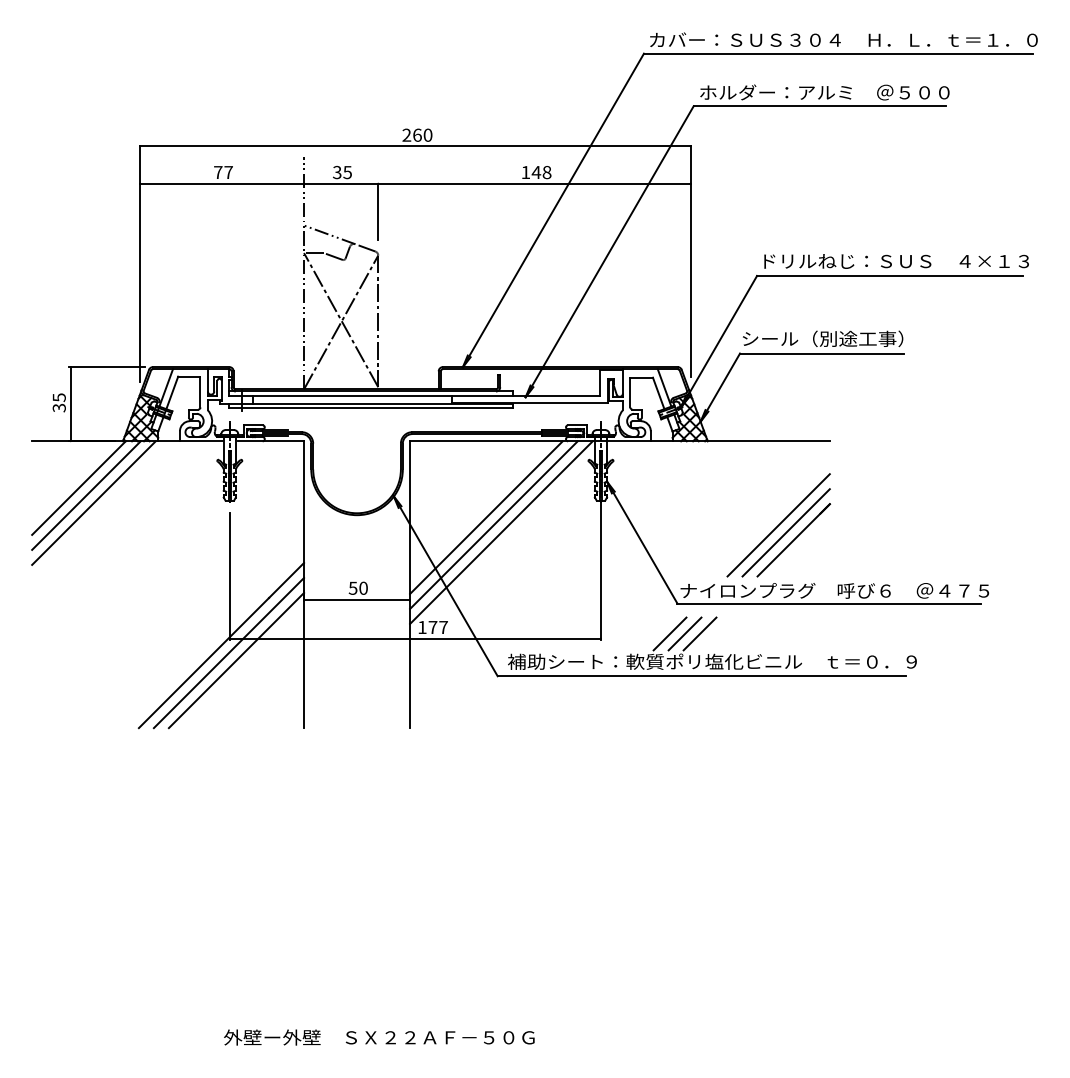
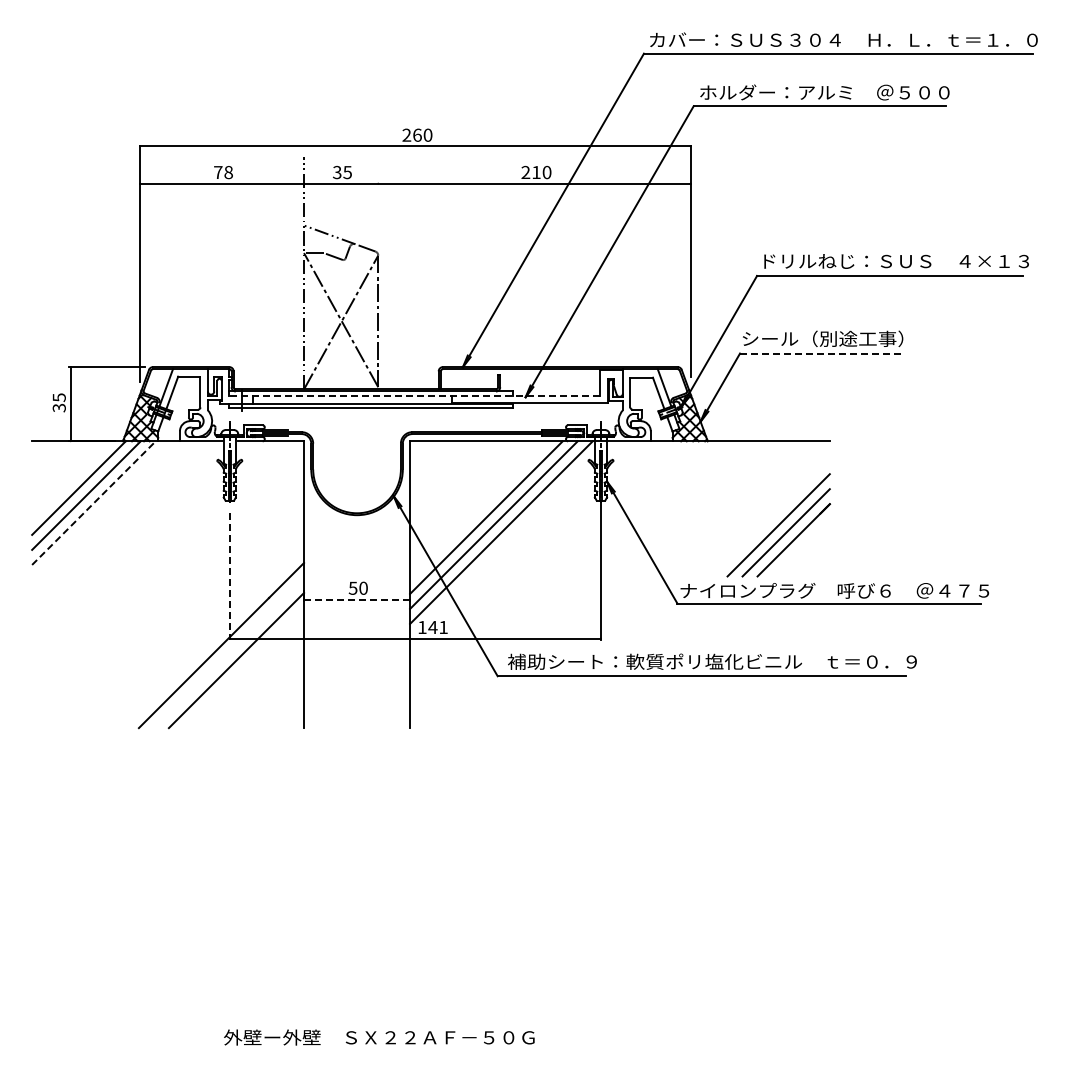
text at (536, 171): 148 -> 210
text at (228, 172): 77 -> 78
line at (378, 211): present -> none
line at (822, 353): solid -> dashed
line at (413, 395): solid -> dashed
line at (94, 502): solid -> dashed
line at (229, 576): solid -> dashed
line at (357, 599): solid -> dashed
text at (437, 627): 177 -> 141
line at (669, 633): present -> none
line at (684, 633): present -> none
line at (699, 633): present -> none
line at (228, 652): present -> none
